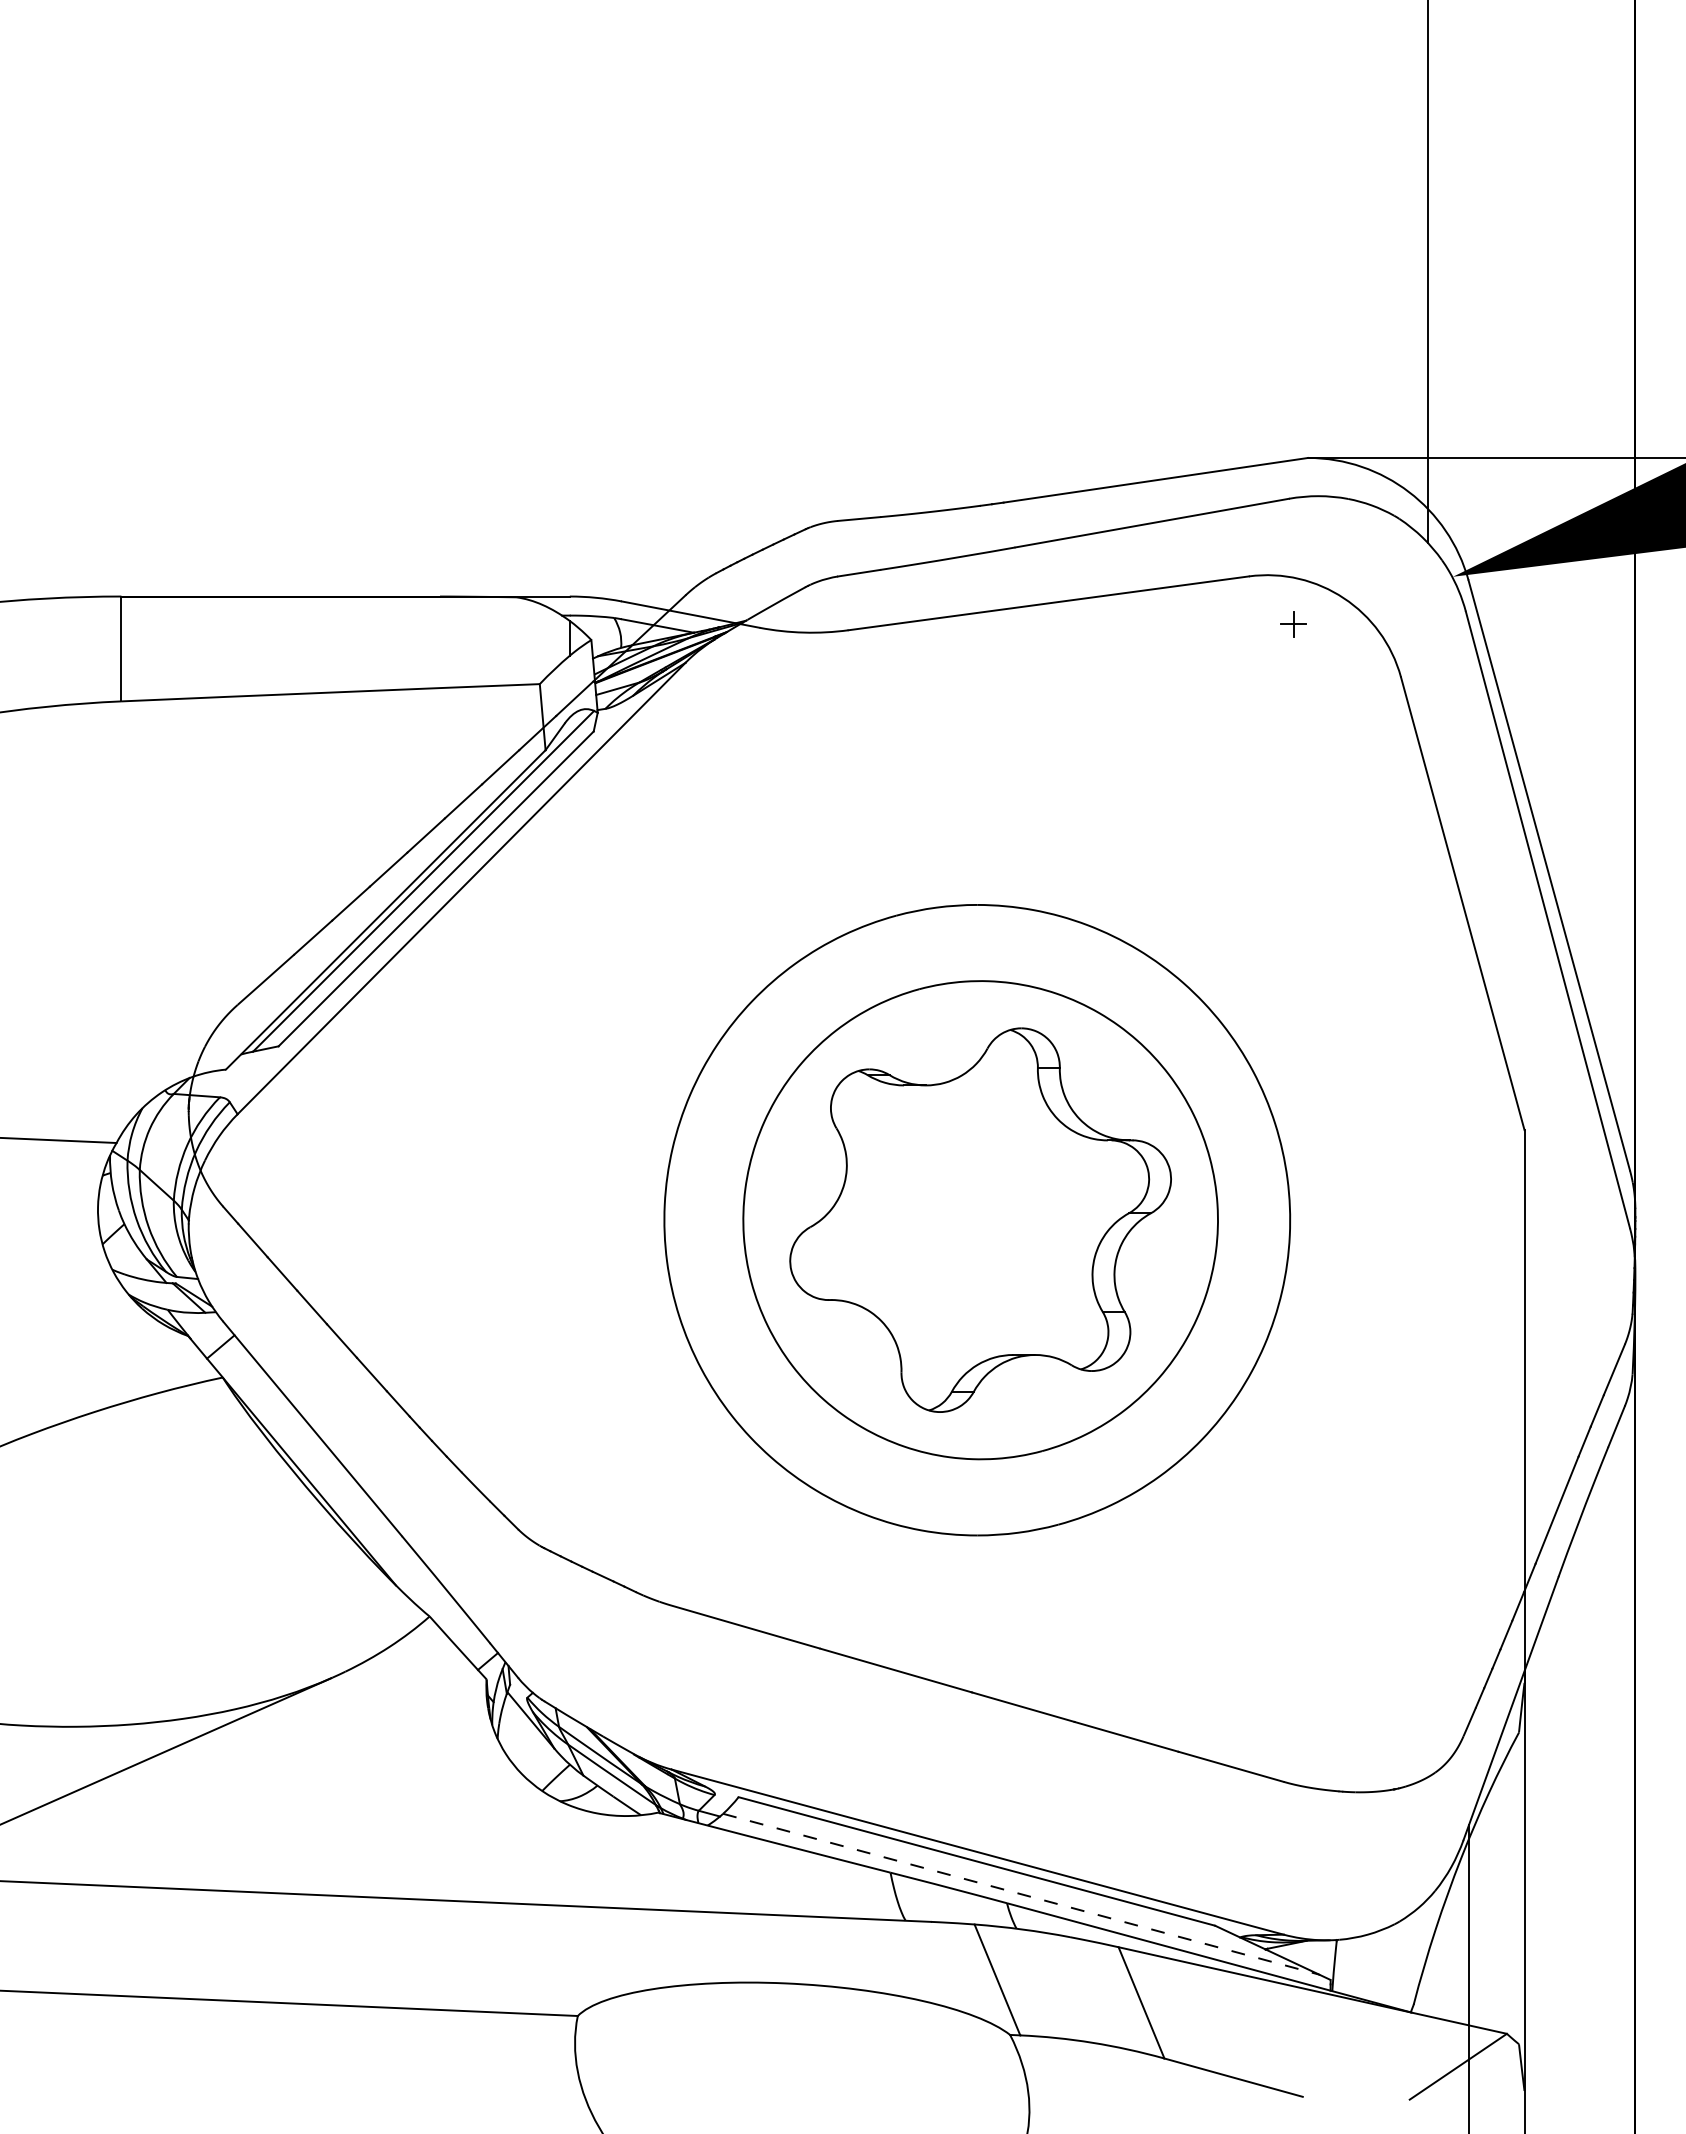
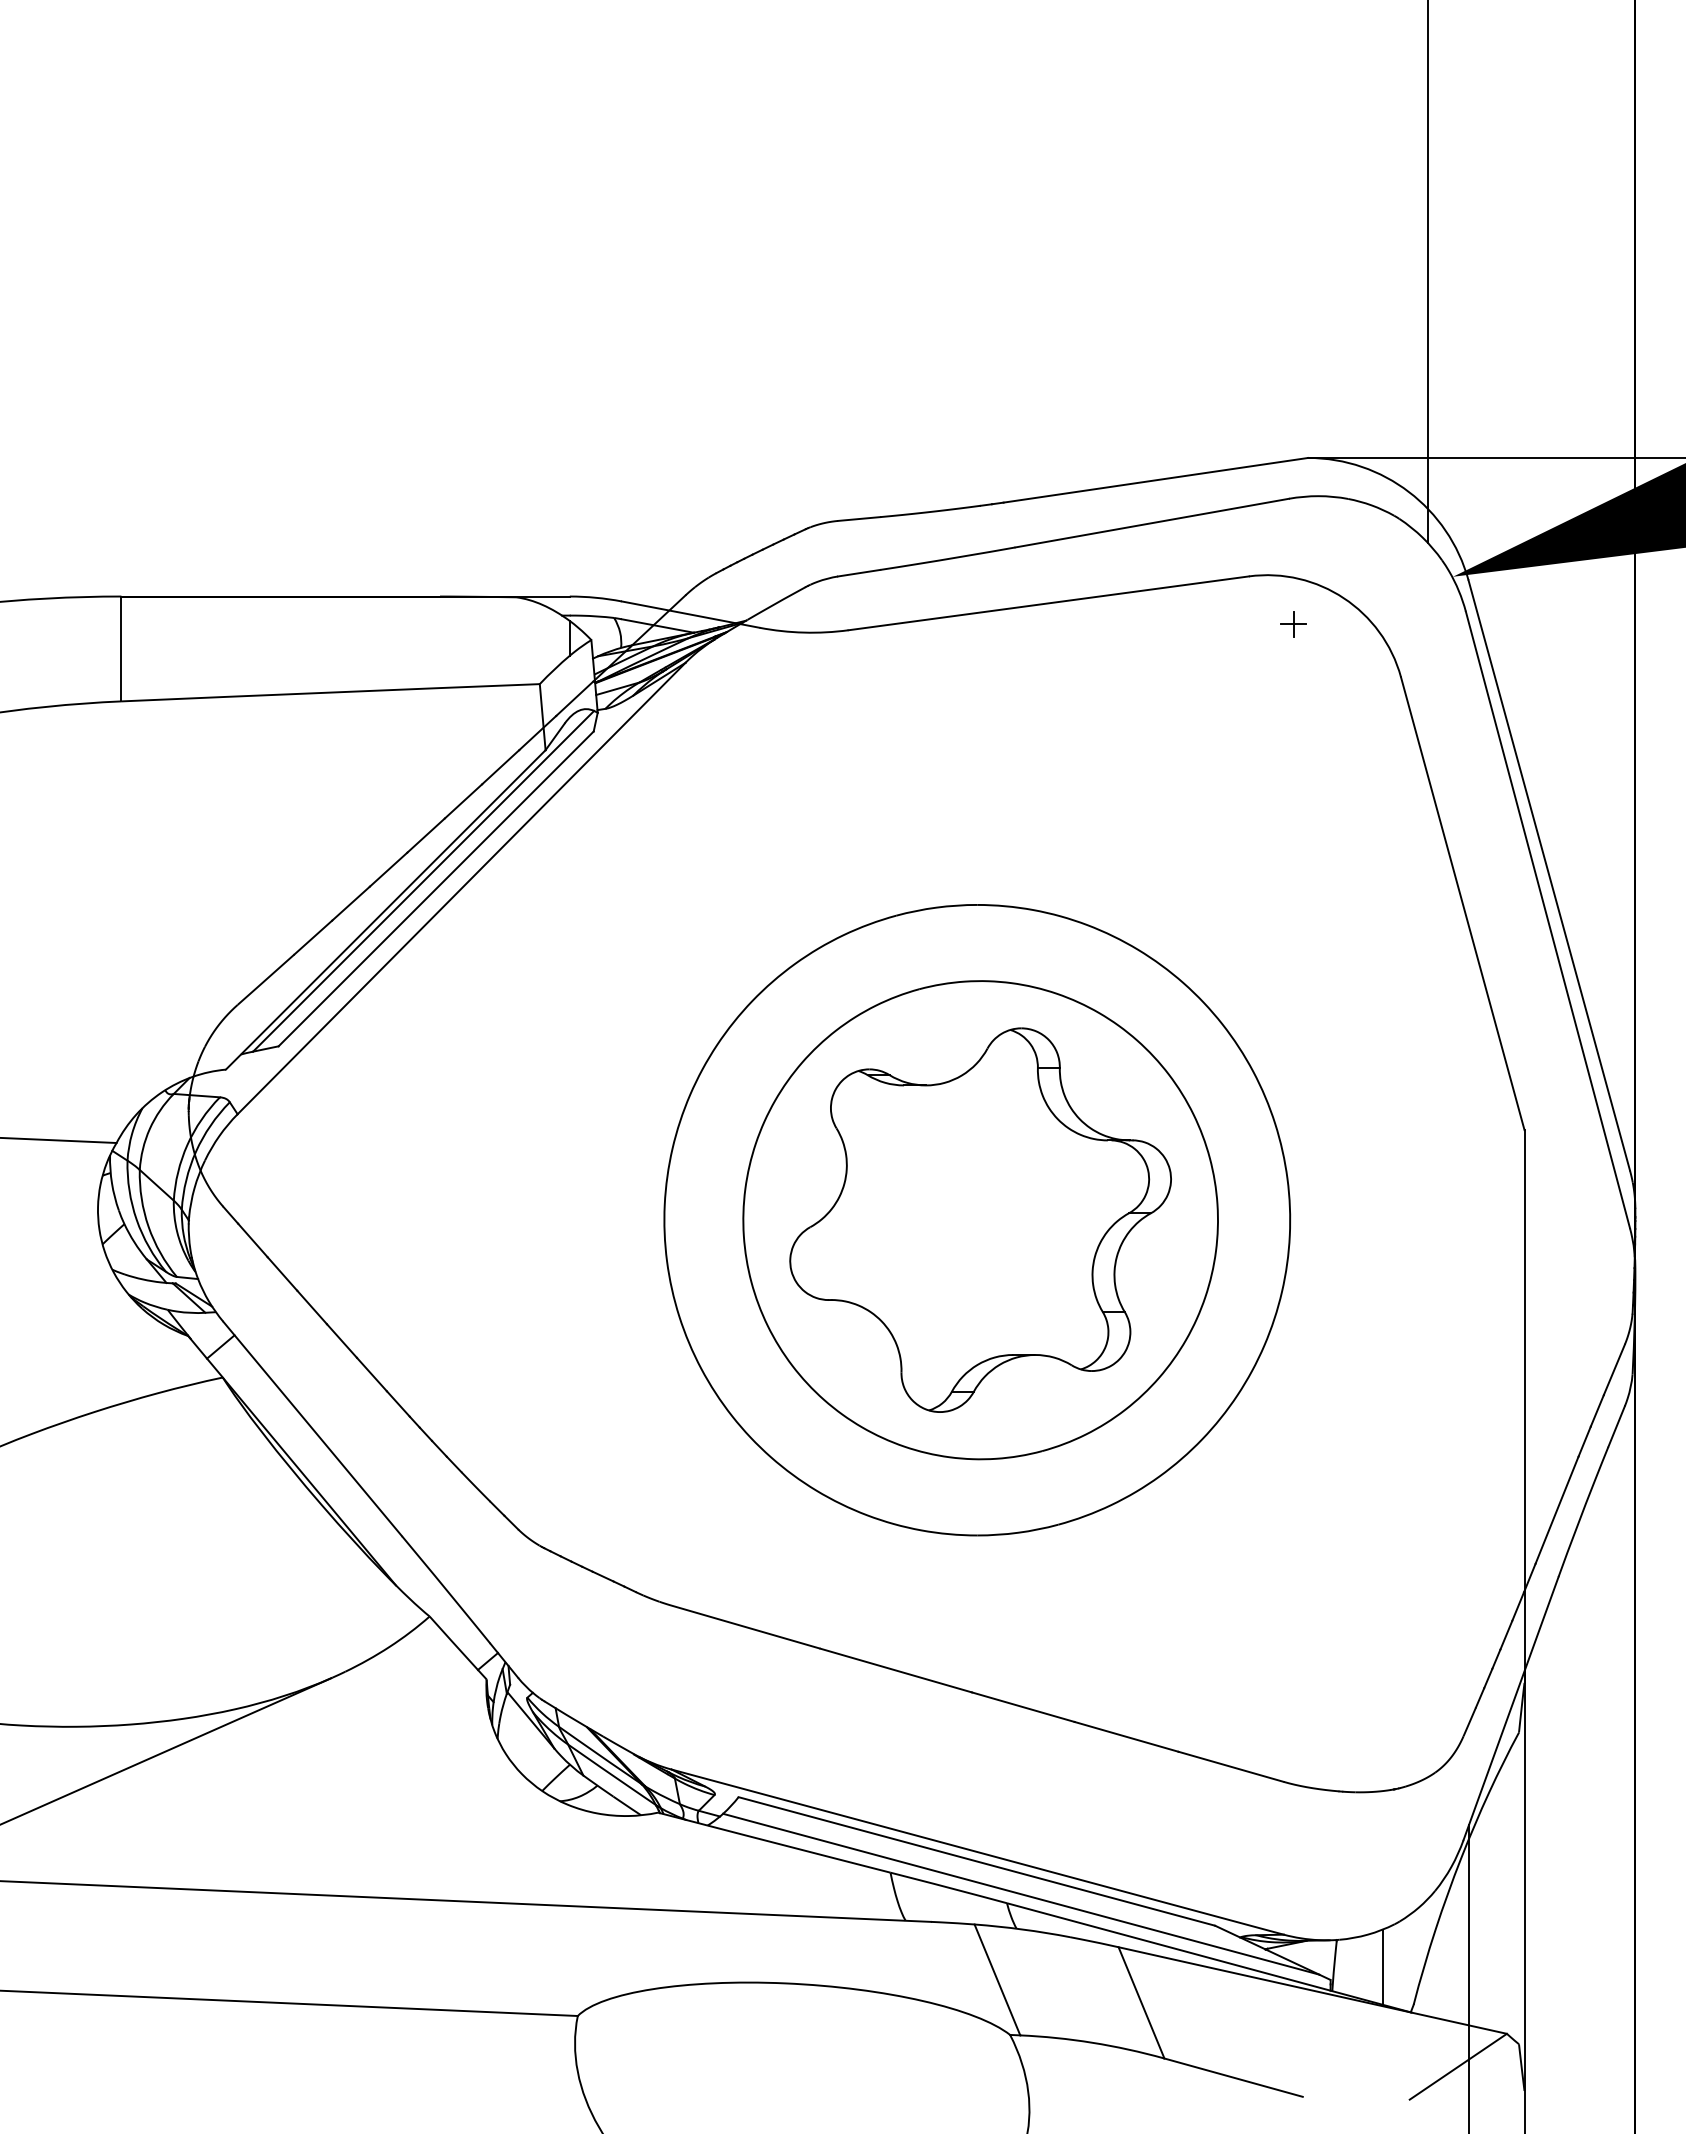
line at (1021, 1894): dashed -> solid
line at (1382, 1966): none -> present
